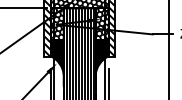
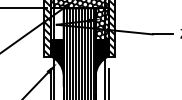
hatch at (56, 24): present -> none
line at (169, 49): present -> none
